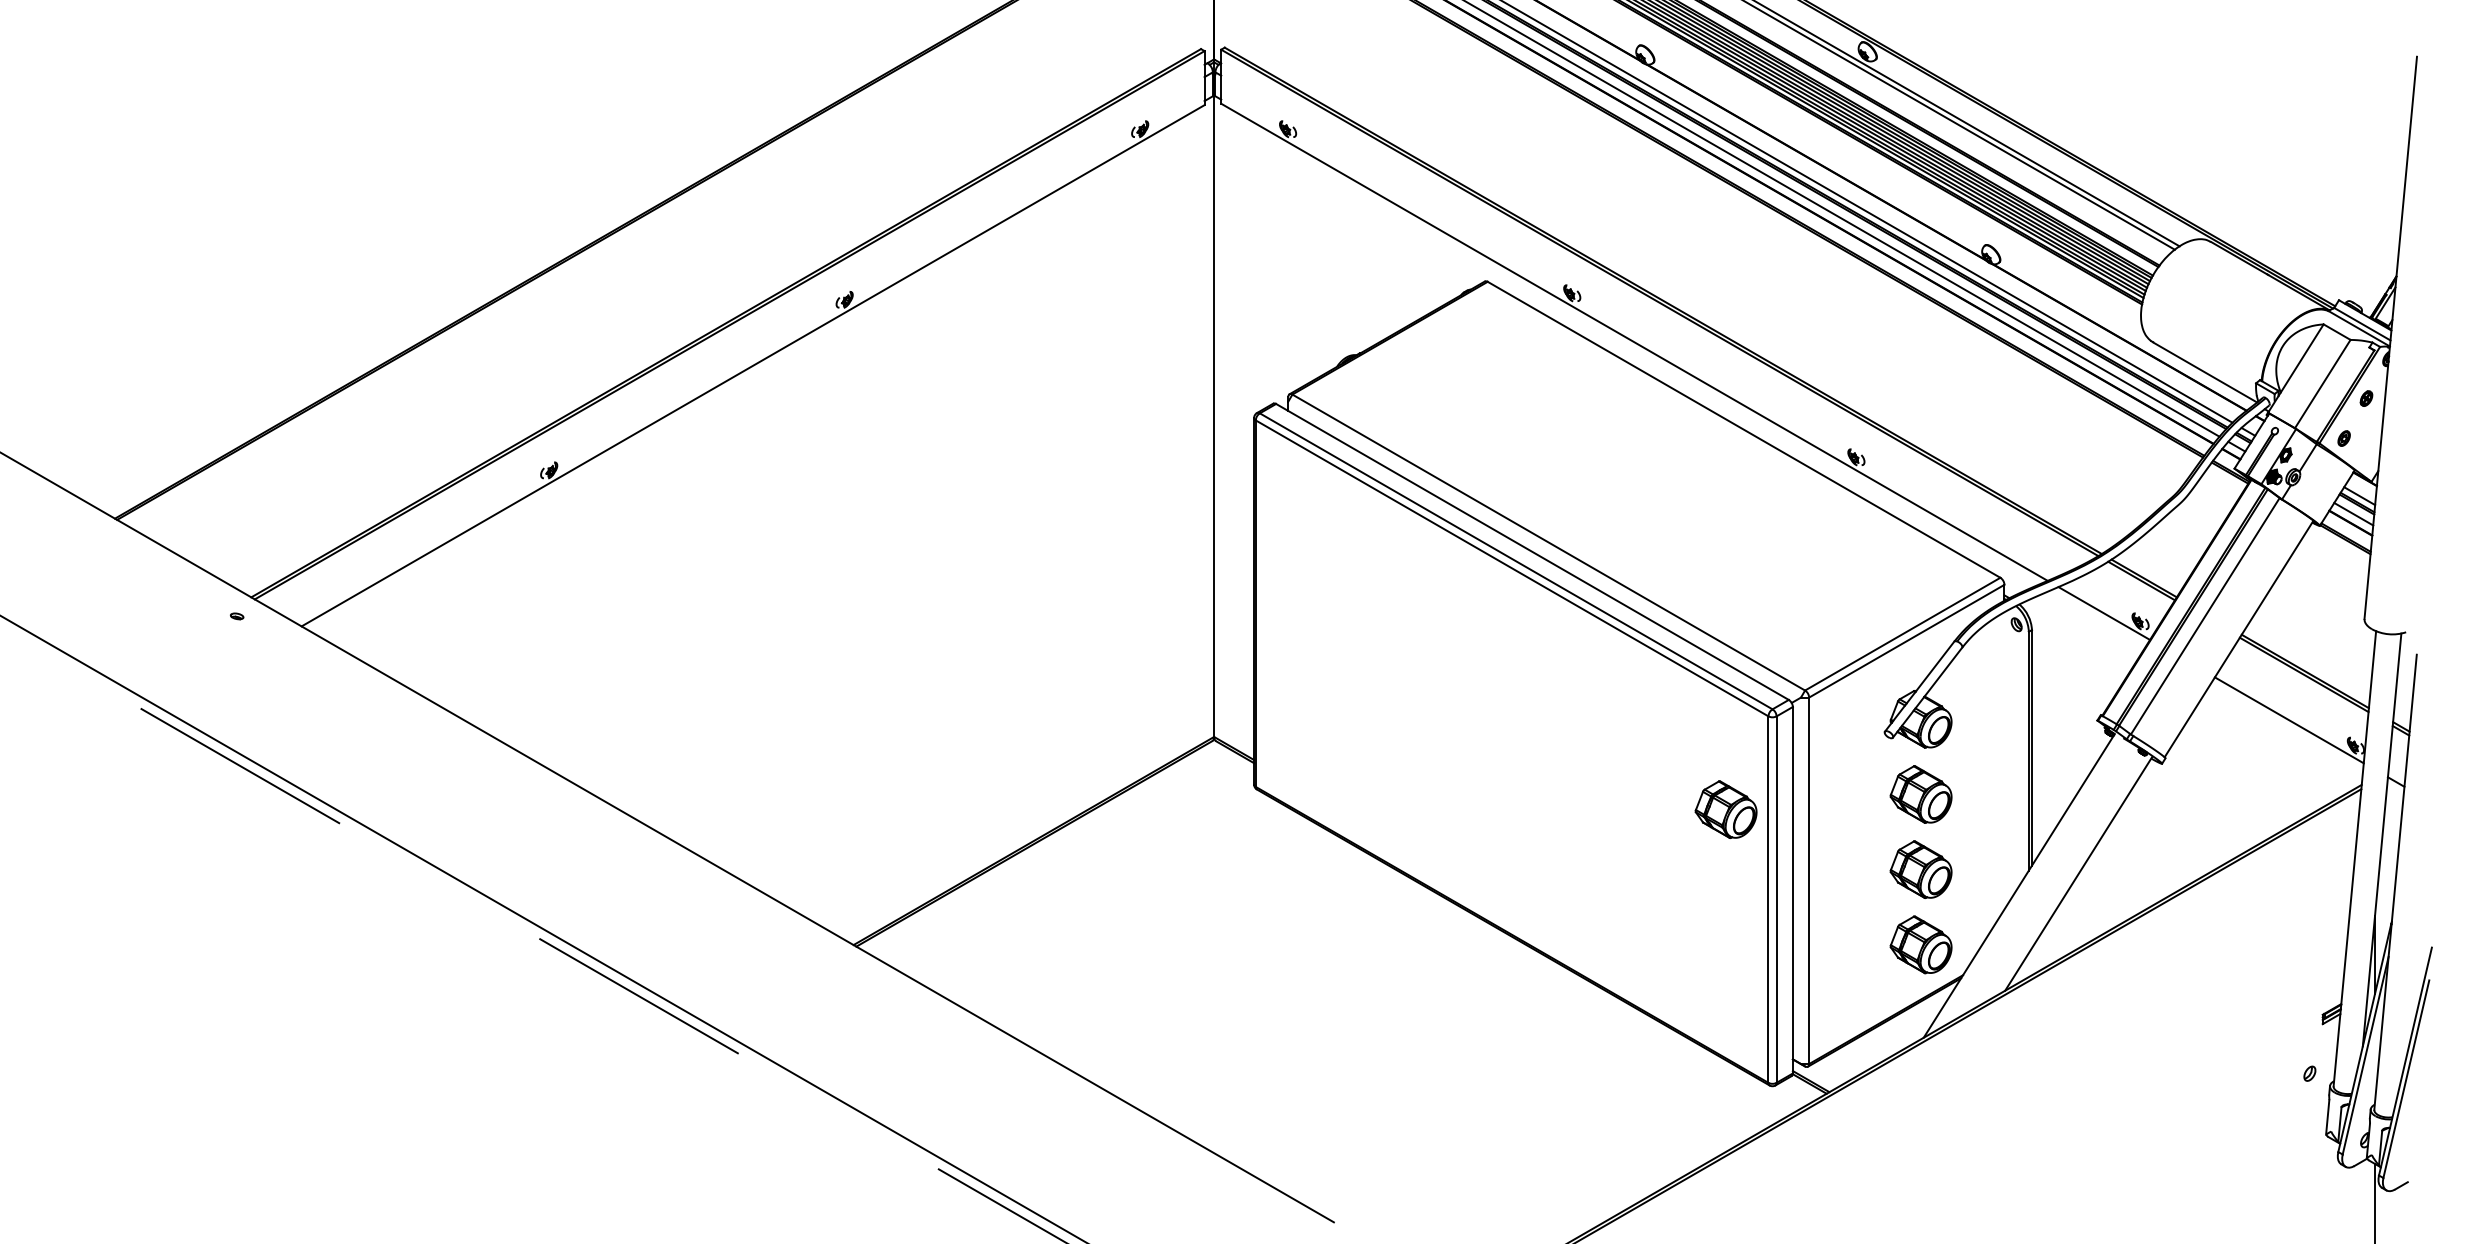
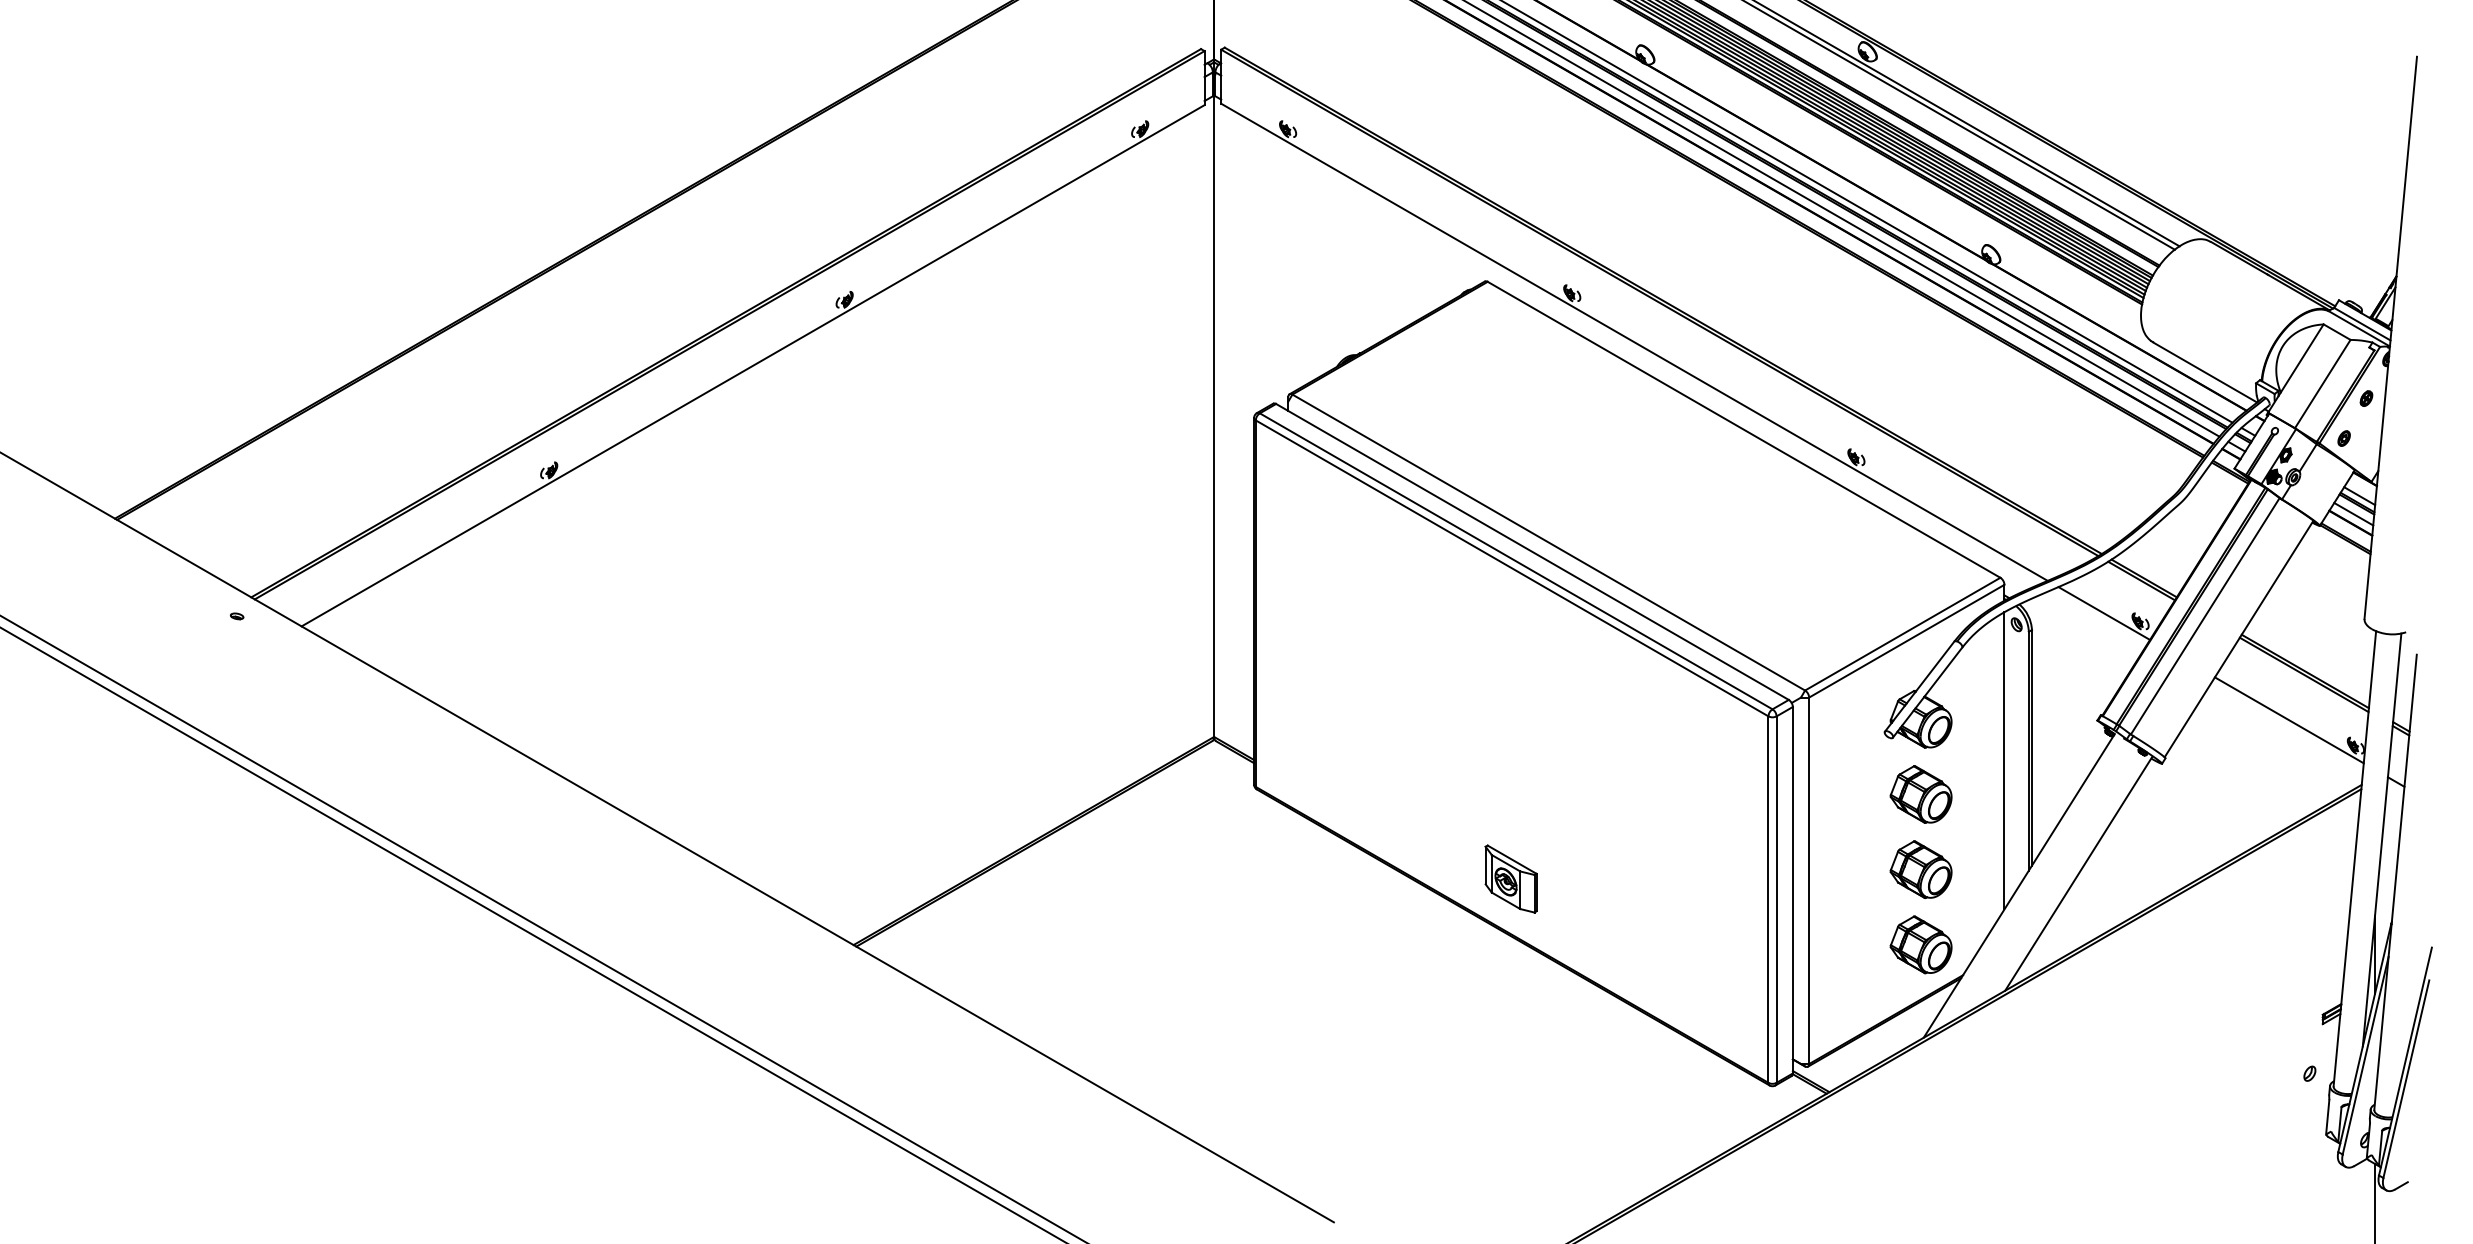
line at (2004, 760): none -> present
part at (1725, 809): present -> none
part at (1510, 878): none -> present
line at (533, 935): dashed -> solid
